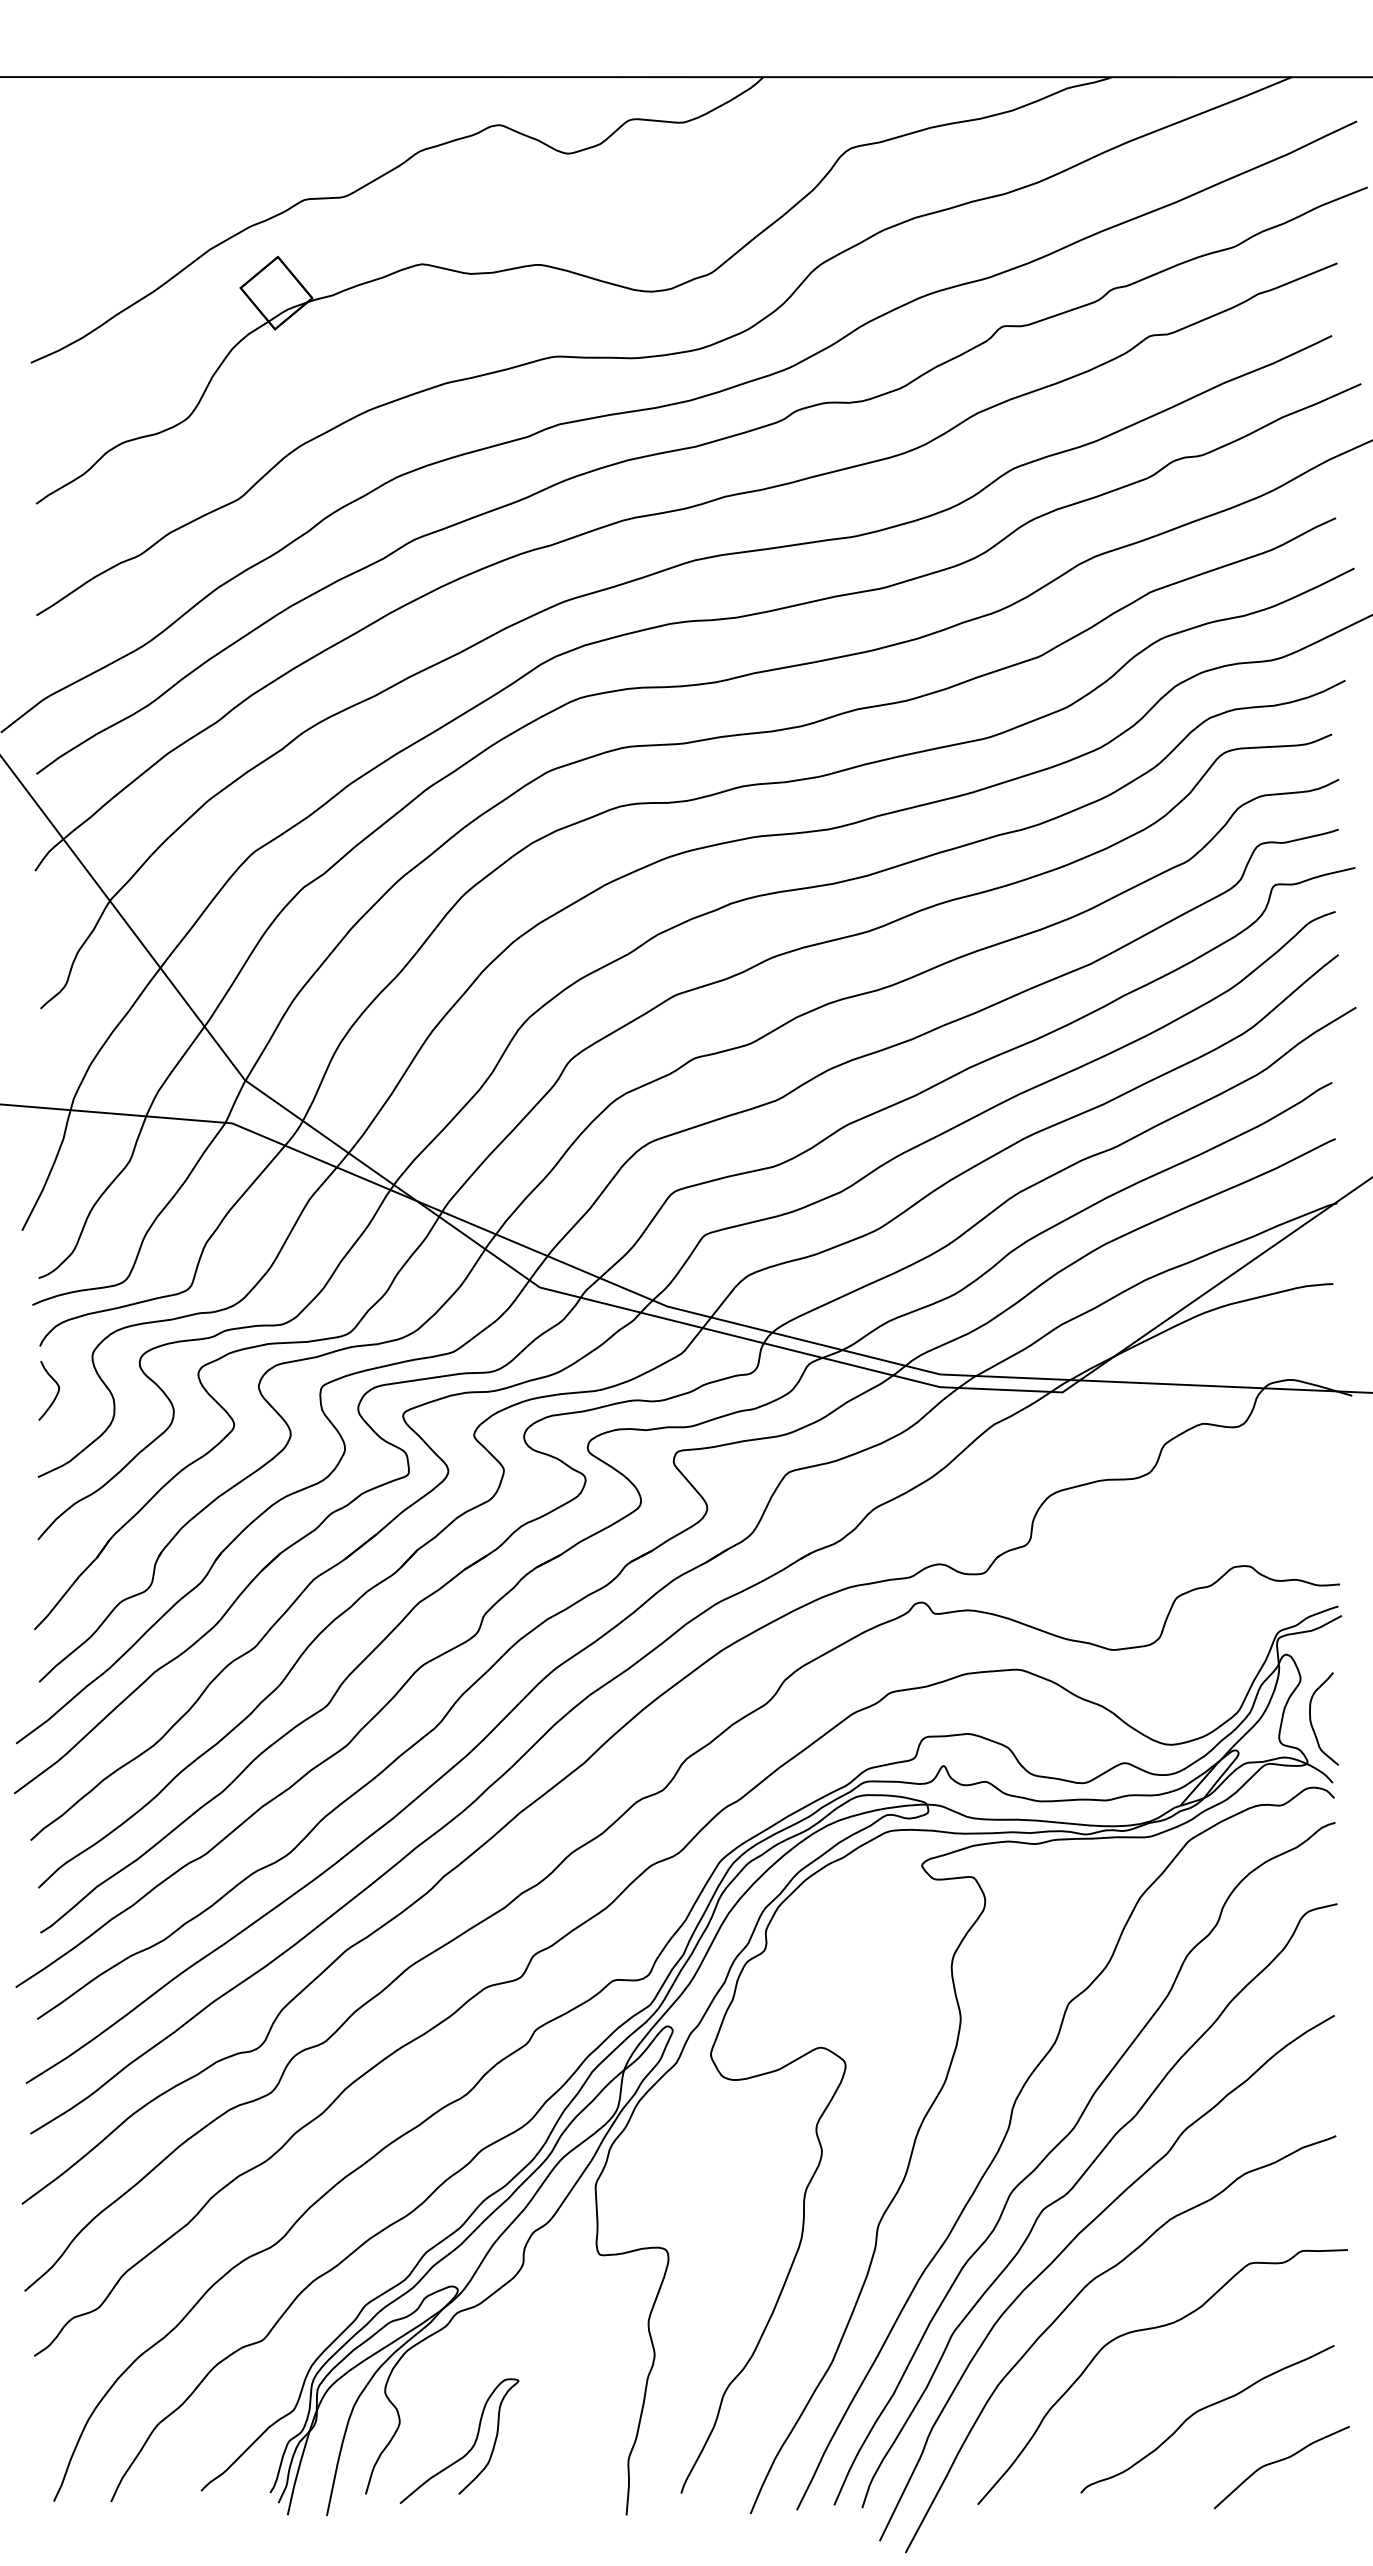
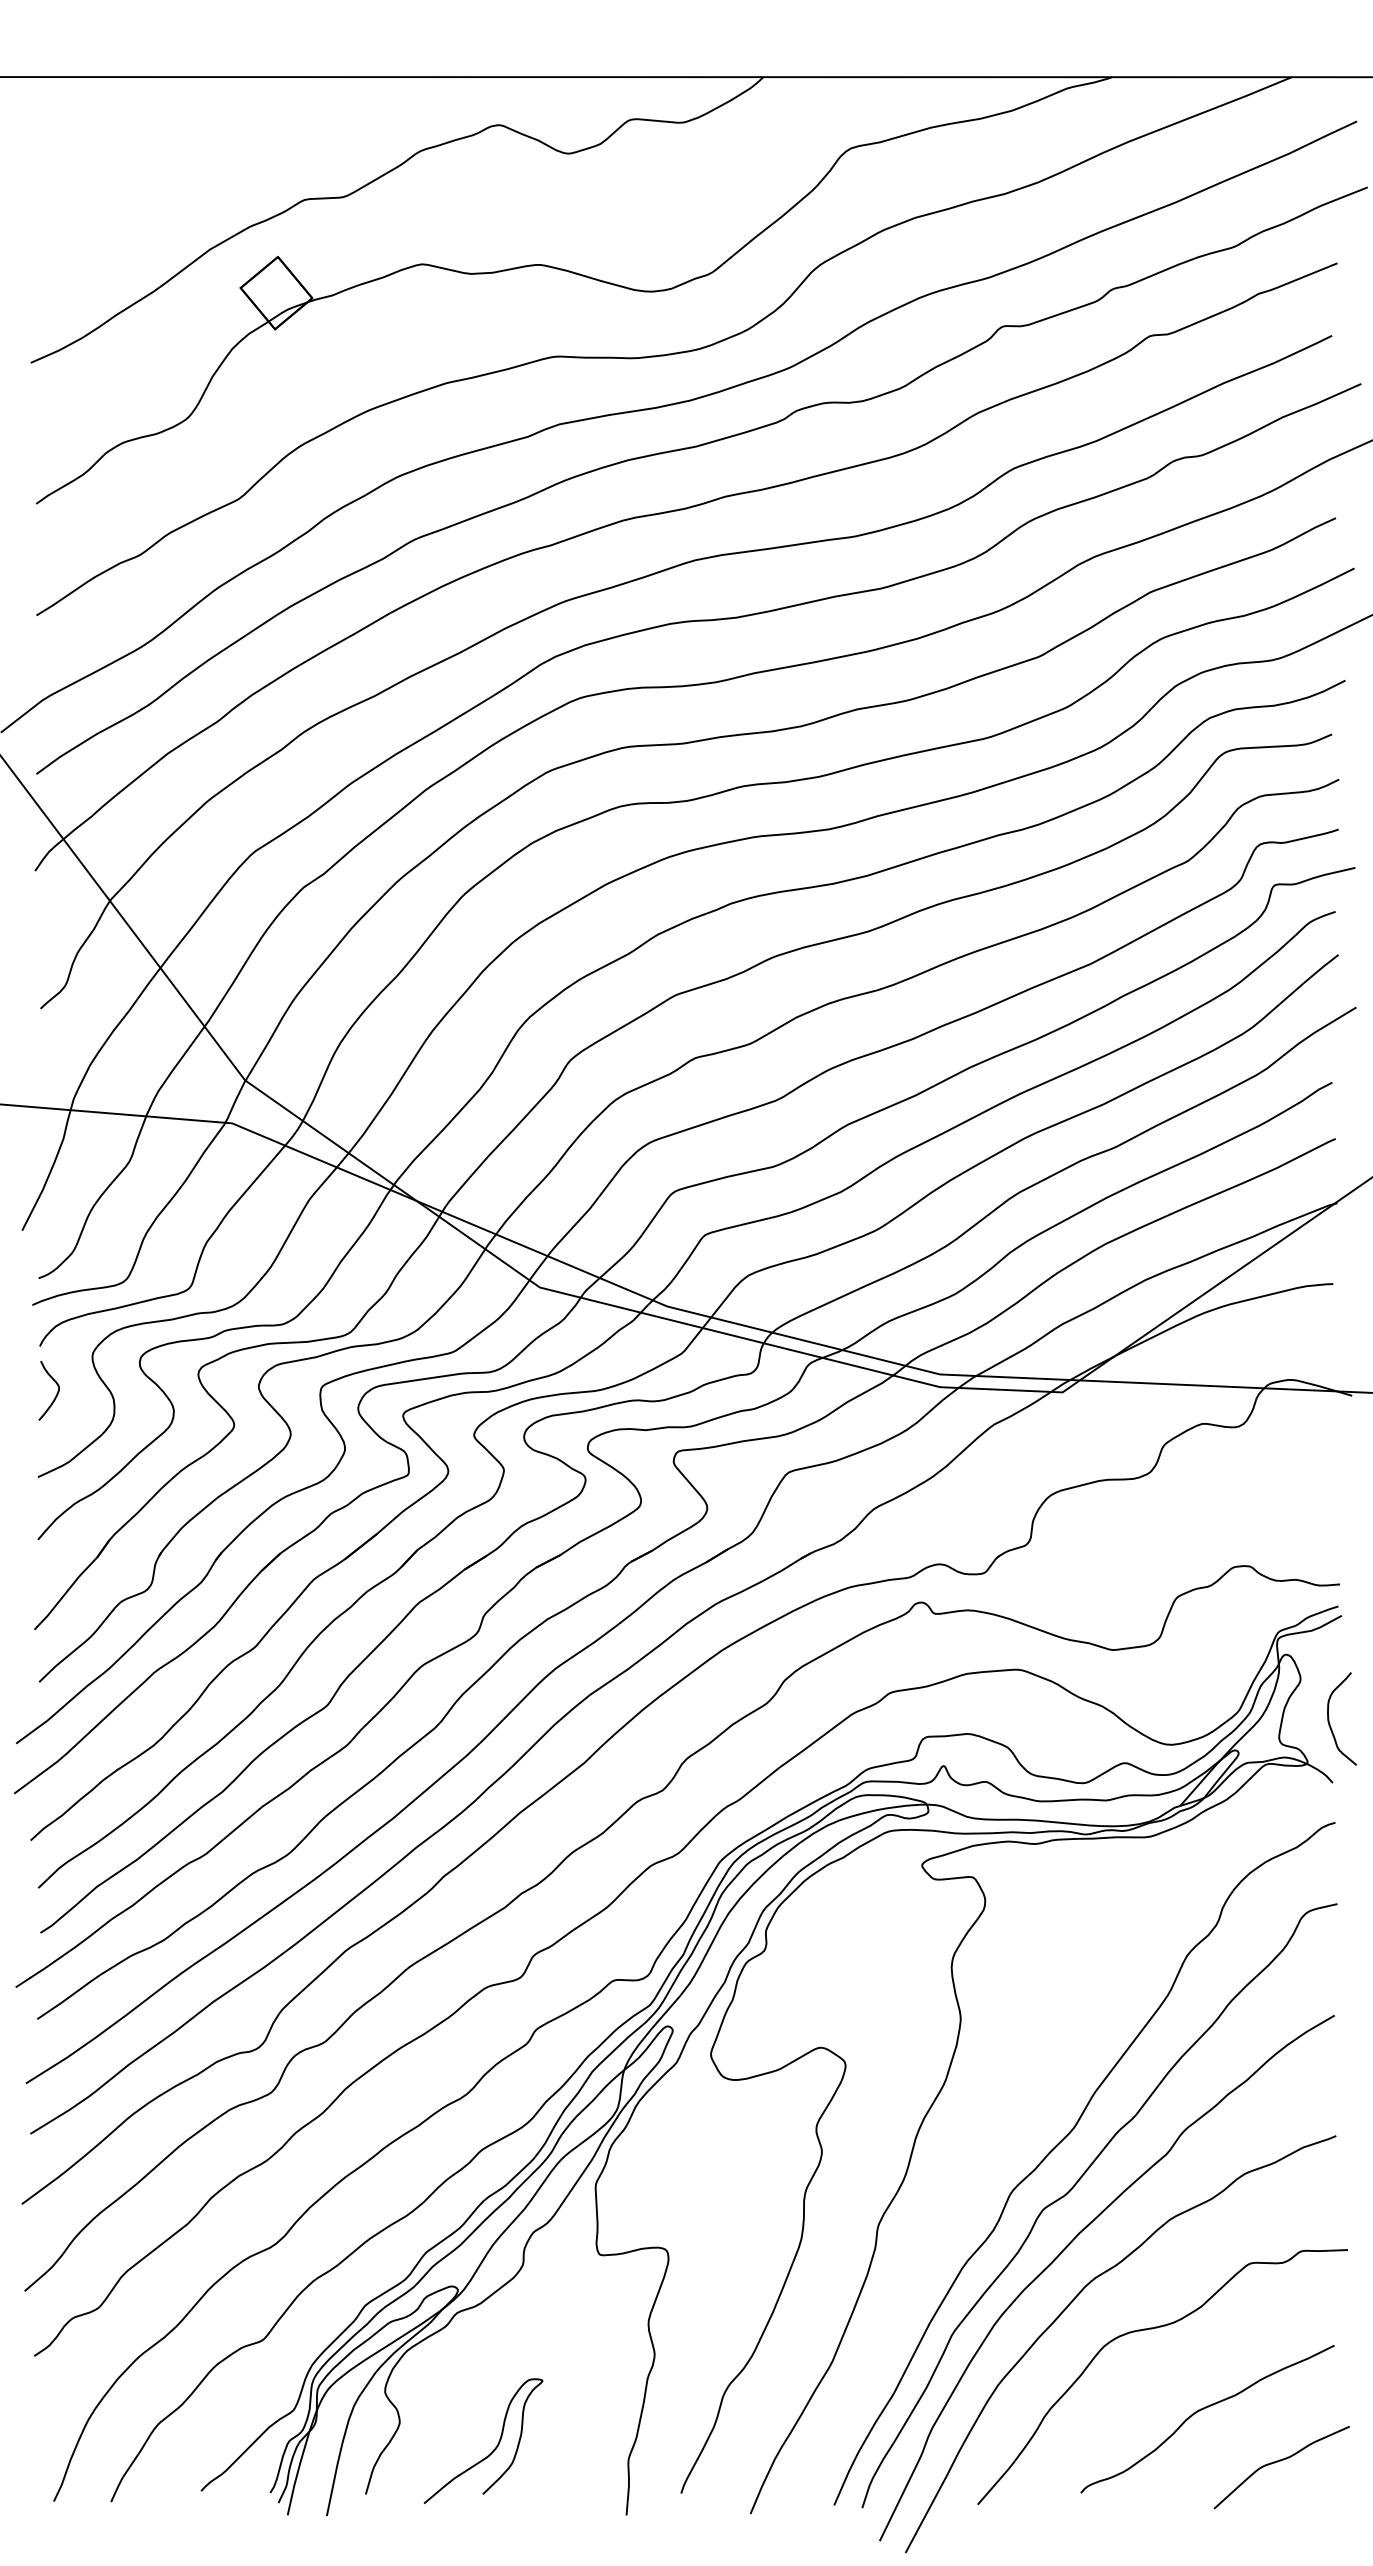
curve at (1311, 1718) position: (1311, 1718) -> (1329, 1718)
curve at (1009, 2129): present -> none
curve at (469, 2449) position: (469, 2449) -> (493, 2449)
